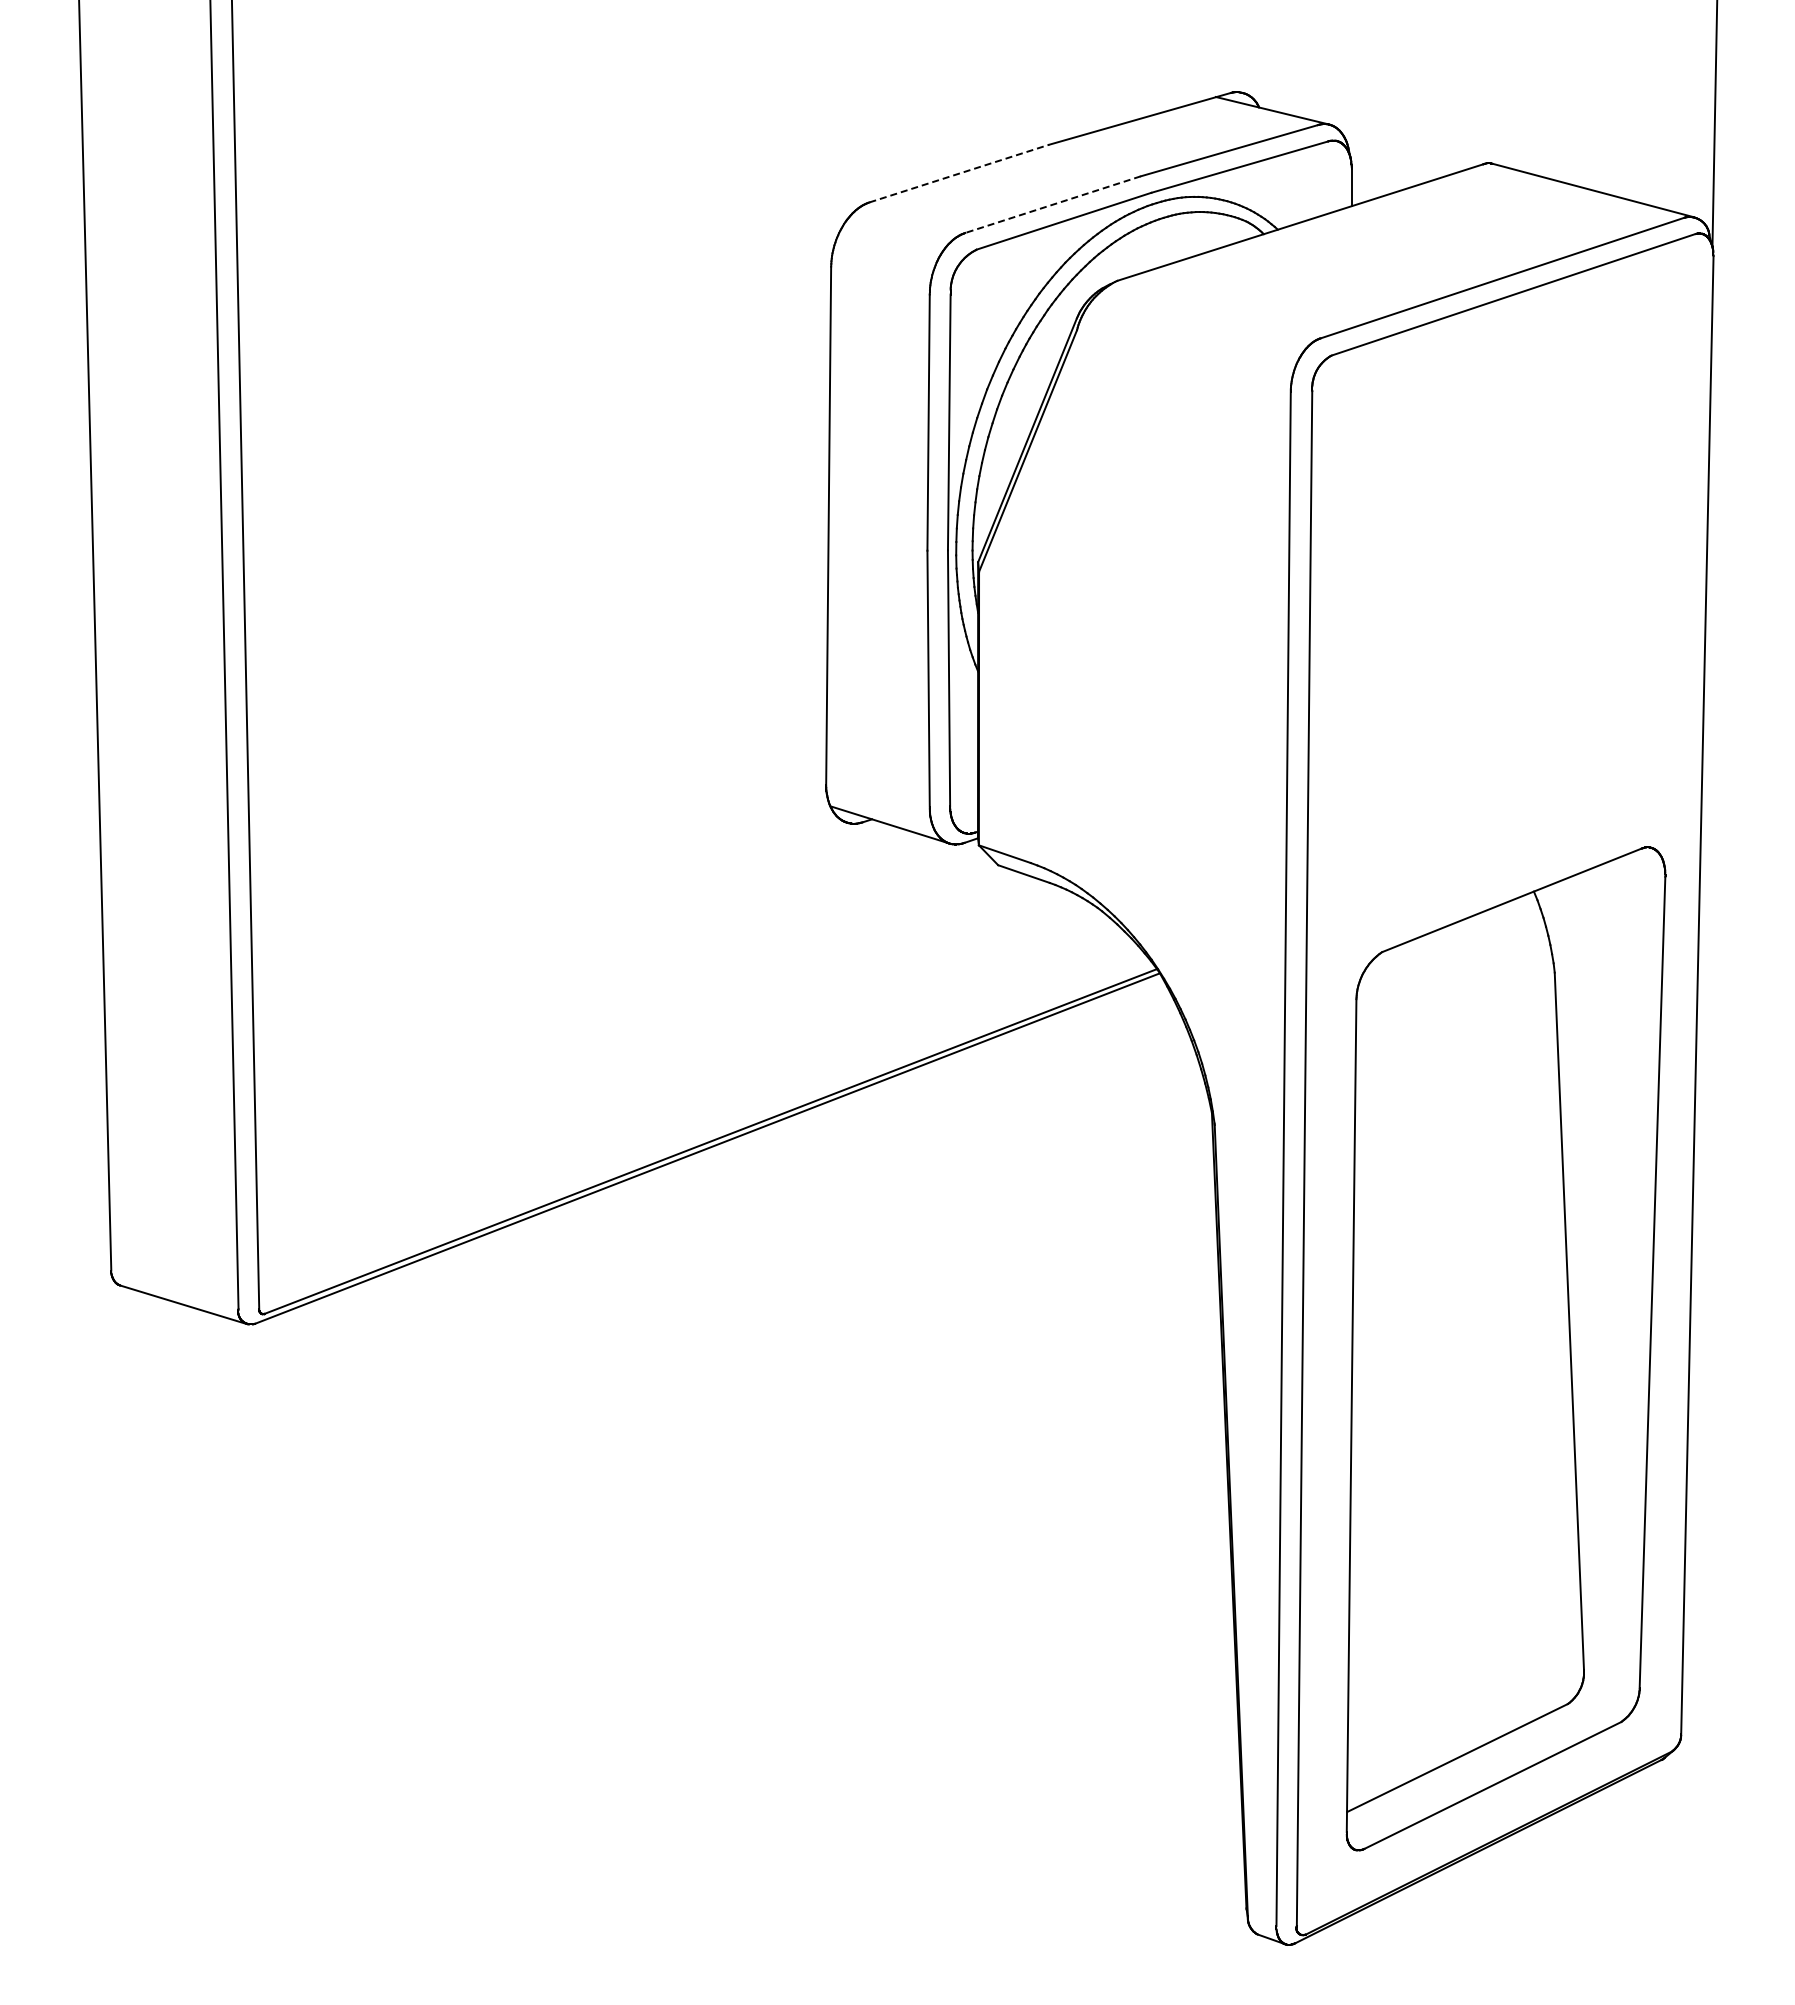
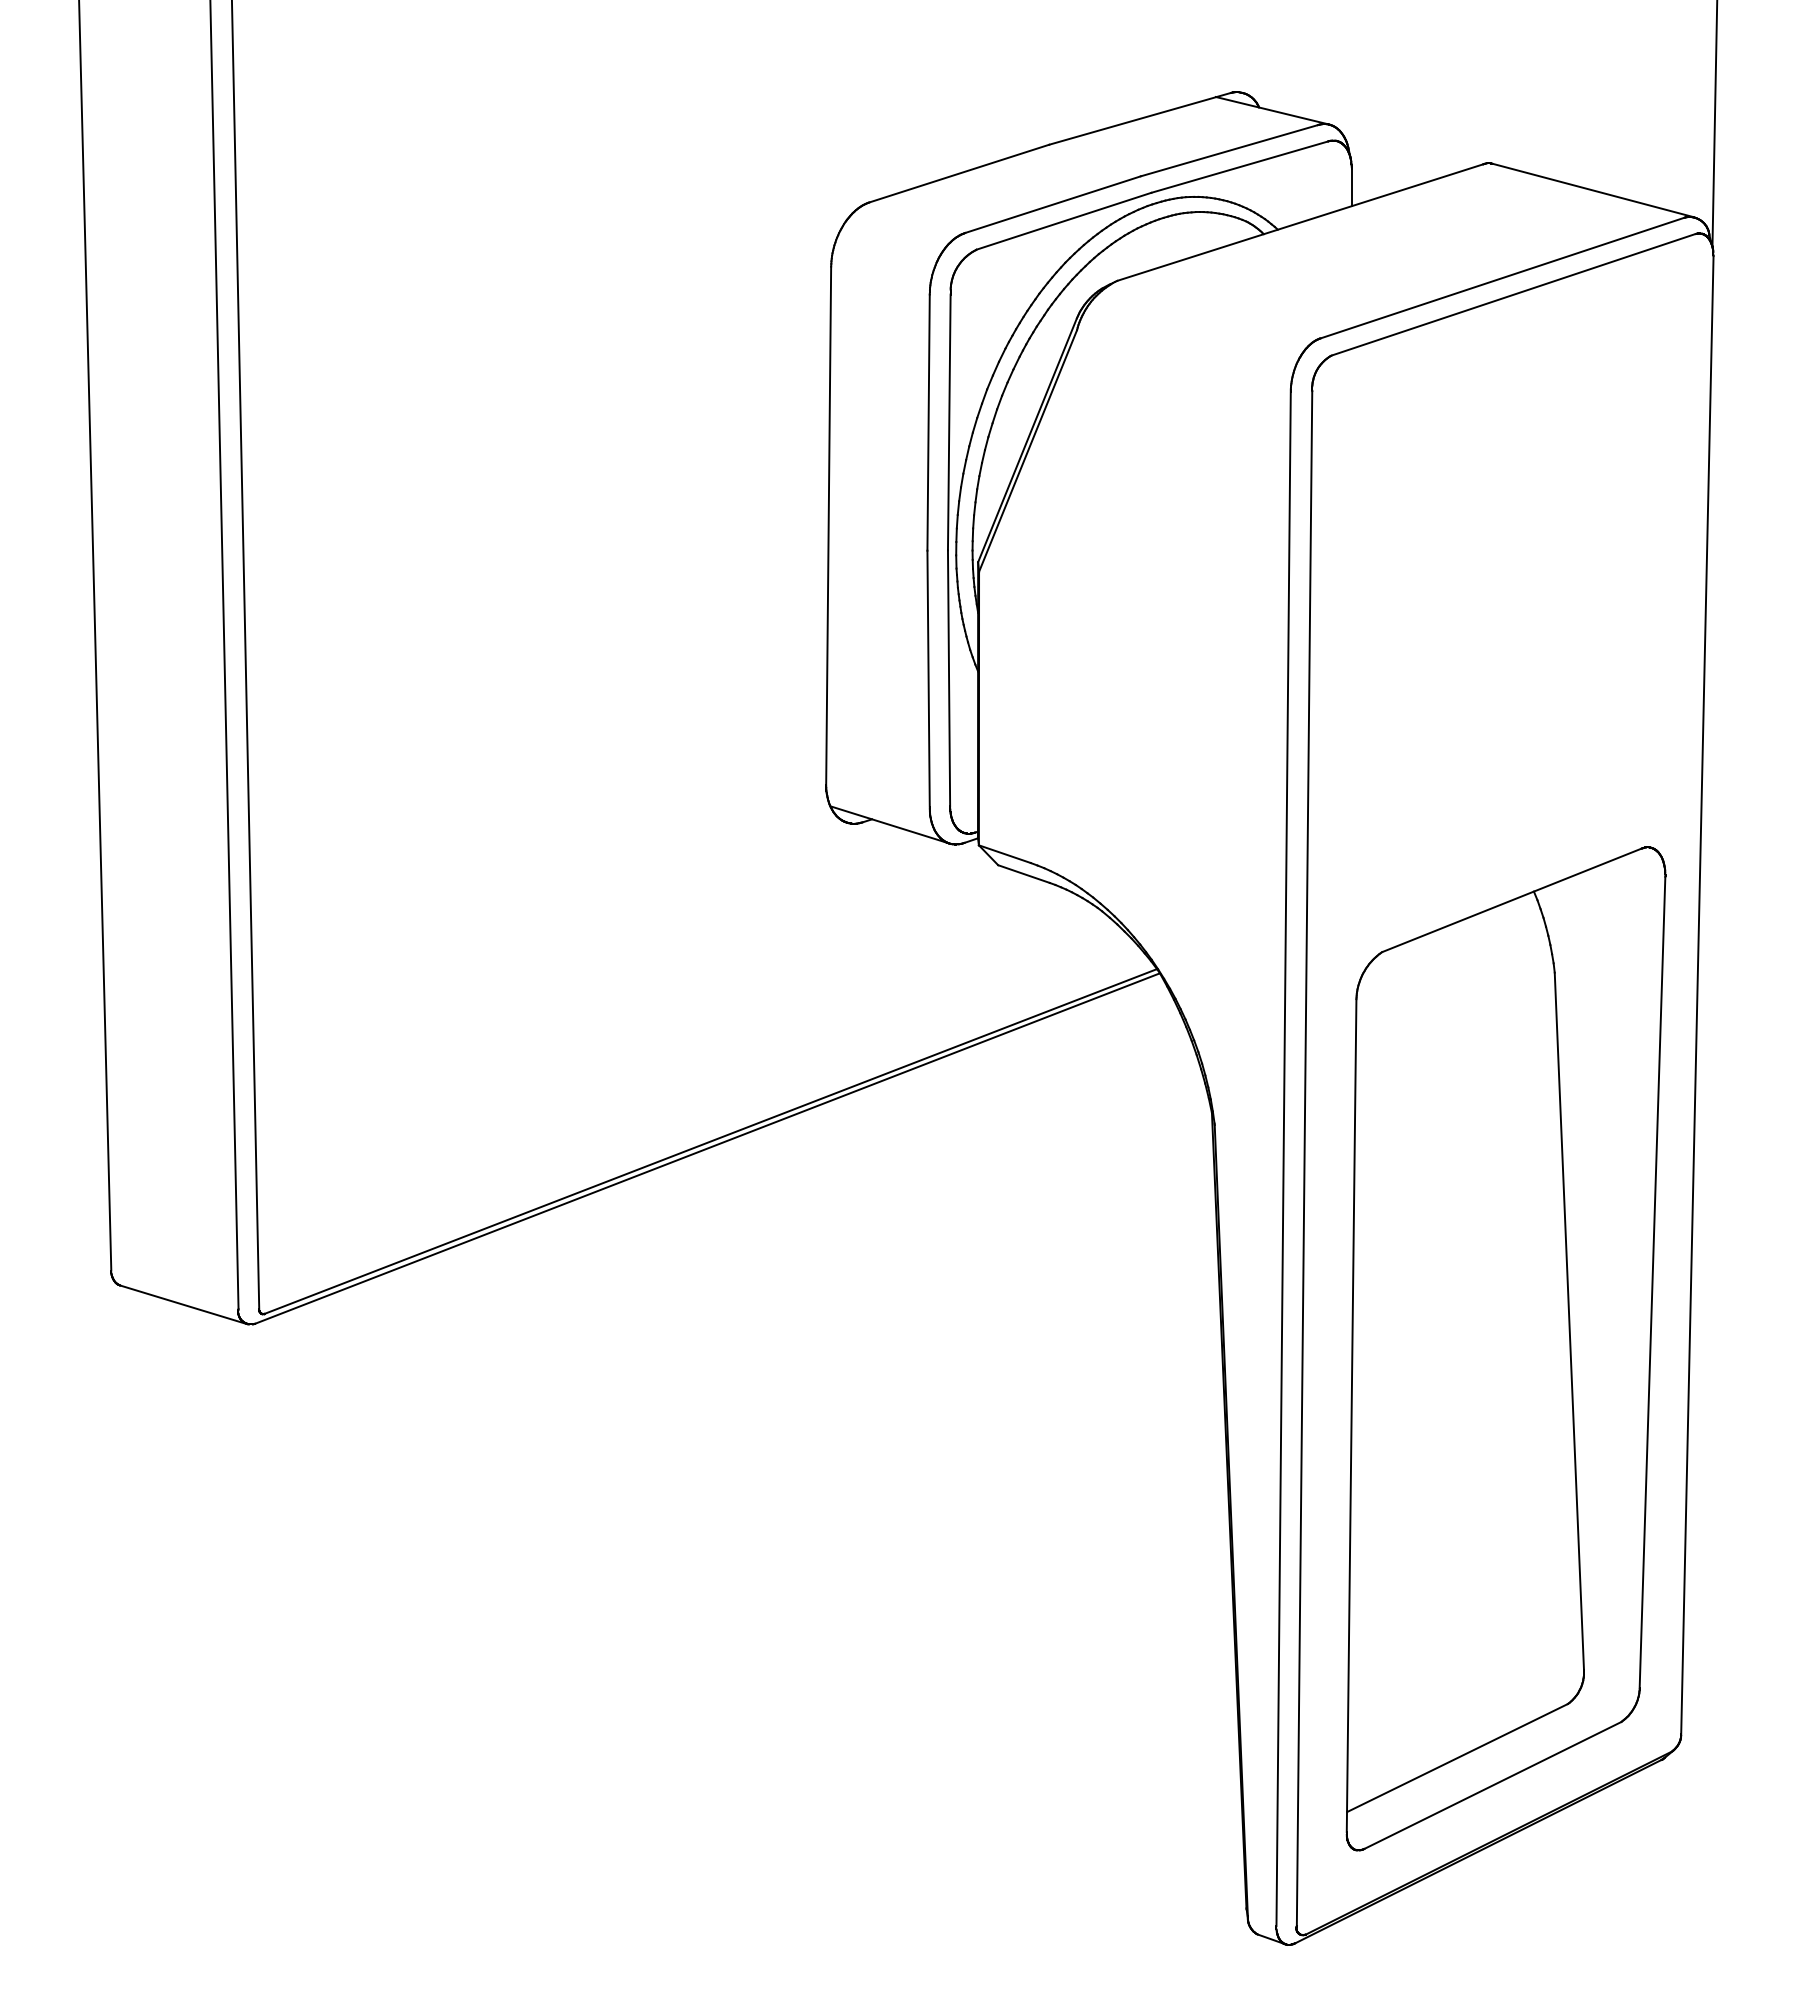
line at (959, 173): dashed -> solid
line at (1052, 204): dashed -> solid
